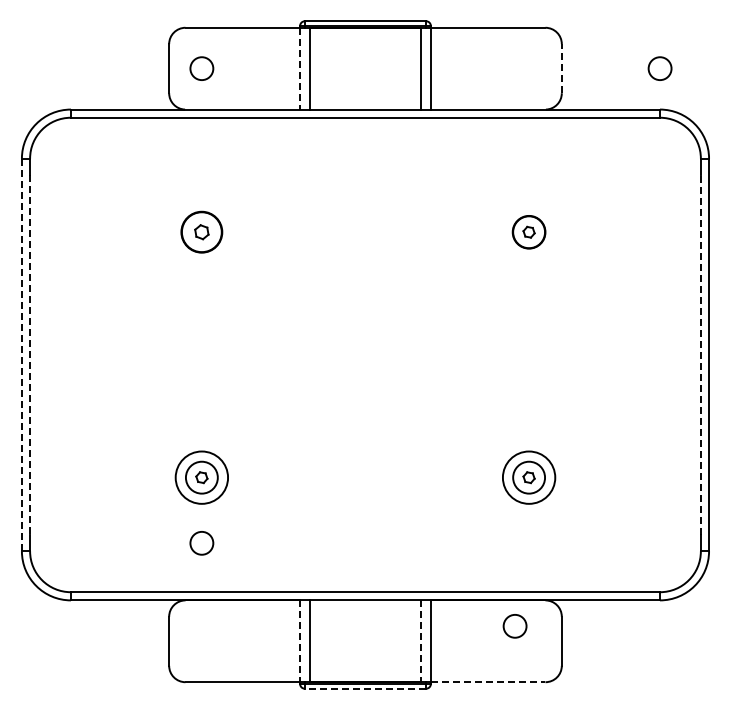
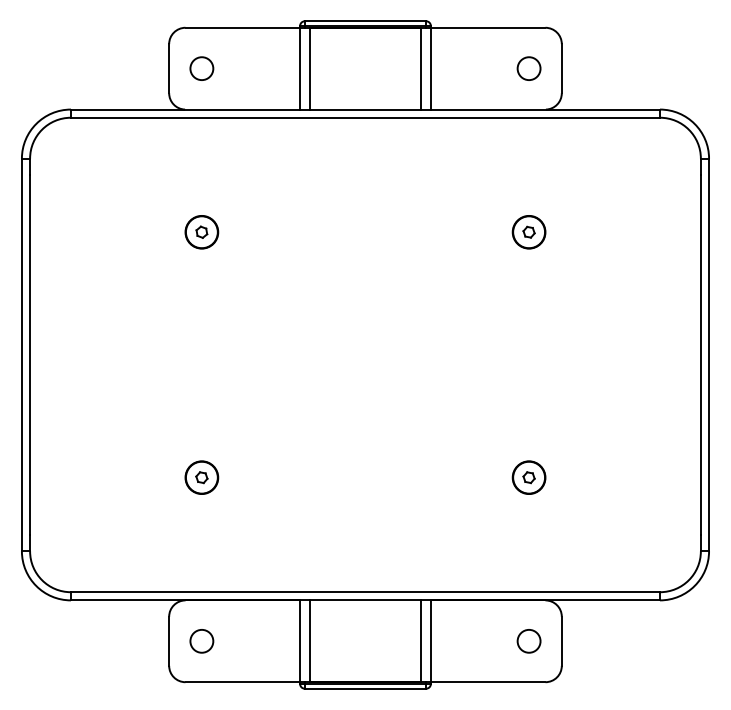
line at (300, 68): dashed -> solid
line at (561, 68): dashed -> solid
circle at (659, 68) position: (659, 68) -> (528, 68)
part at (201, 231) size: 44x44 px -> 36x35 px
line at (21, 354): dashed -> solid
line at (30, 354): dashed -> solid
line at (700, 354): dashed -> solid
circle at (201, 477) diameter: 52 px -> 33 px
circle at (528, 477) diameter: 52 px -> 33 px
circle at (201, 543) position: (201, 543) -> (201, 641)
circle at (514, 626) position: (514, 626) -> (528, 641)
line at (300, 641): dashed -> solid
line at (421, 641): dashed -> solid
line at (488, 682): dashed -> solid
line at (365, 688): dashed -> solid
